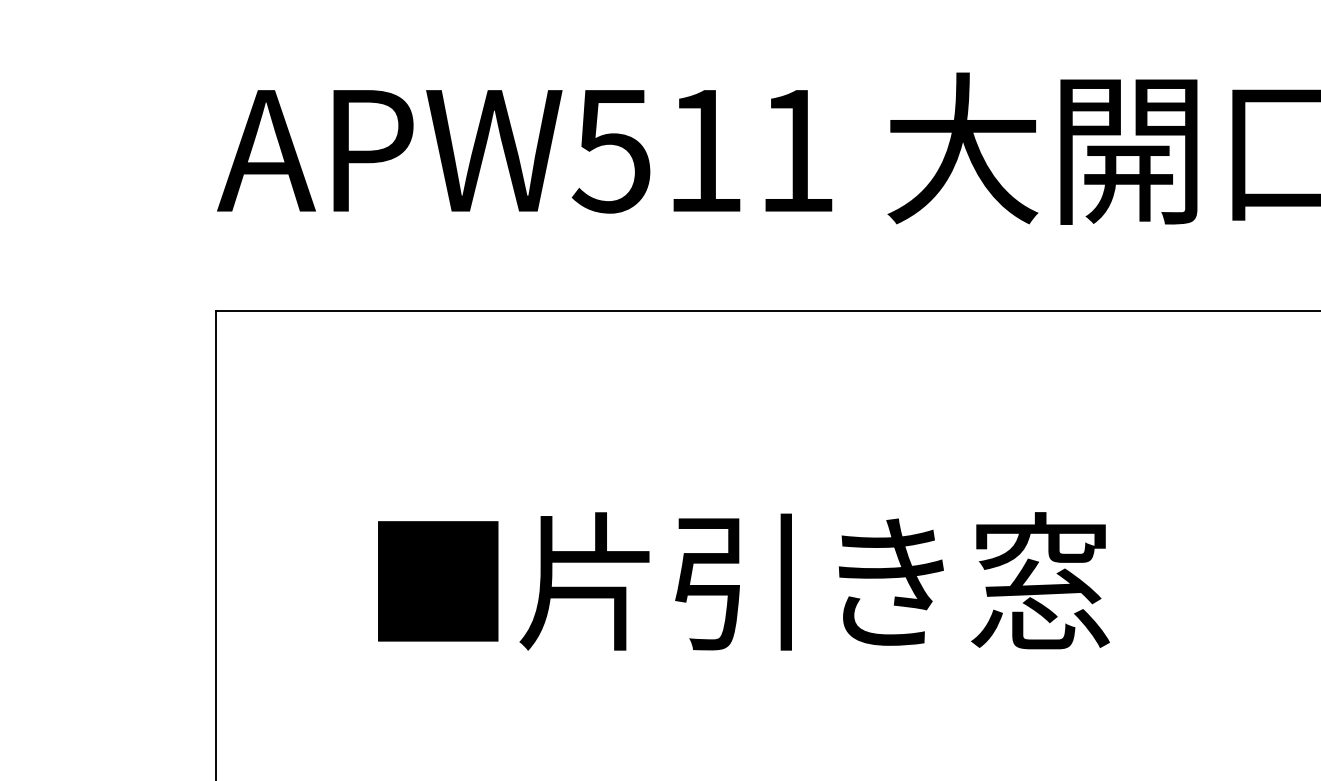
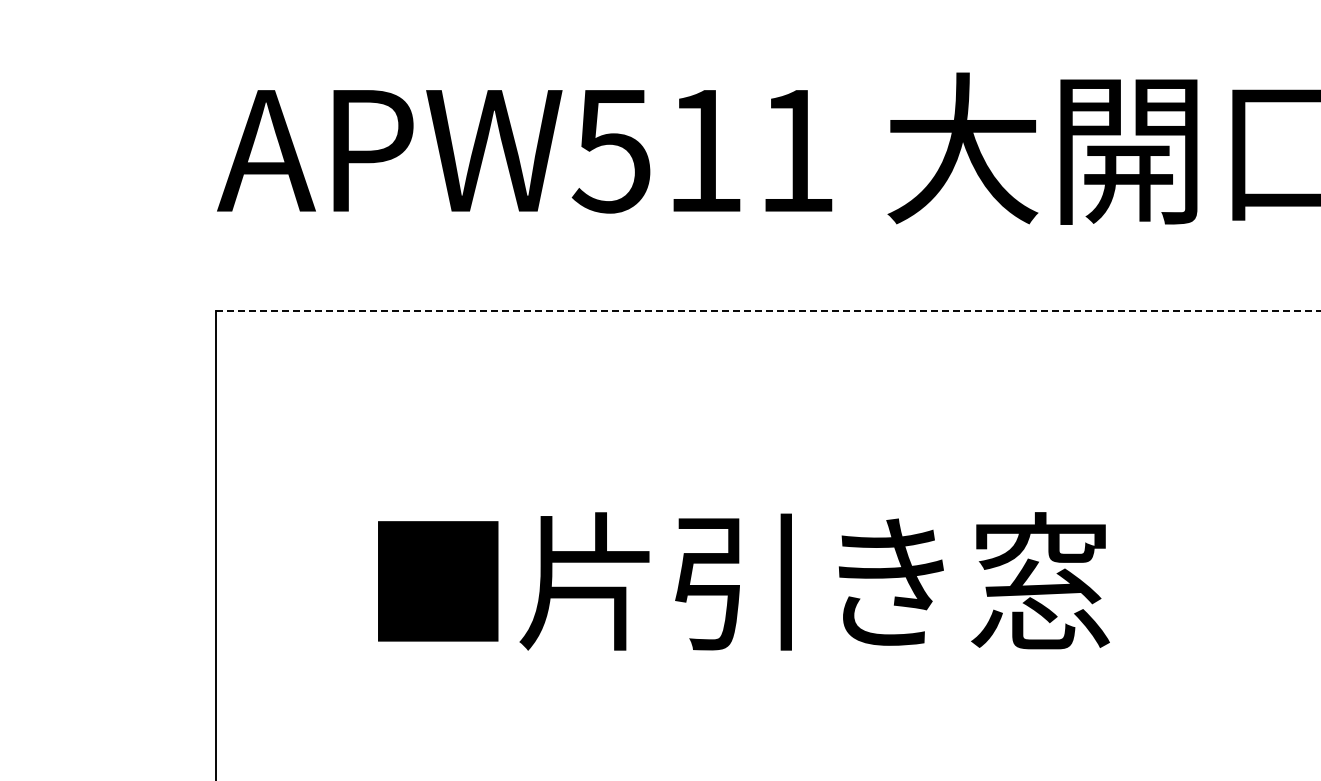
line at (768, 310): solid -> dashed
